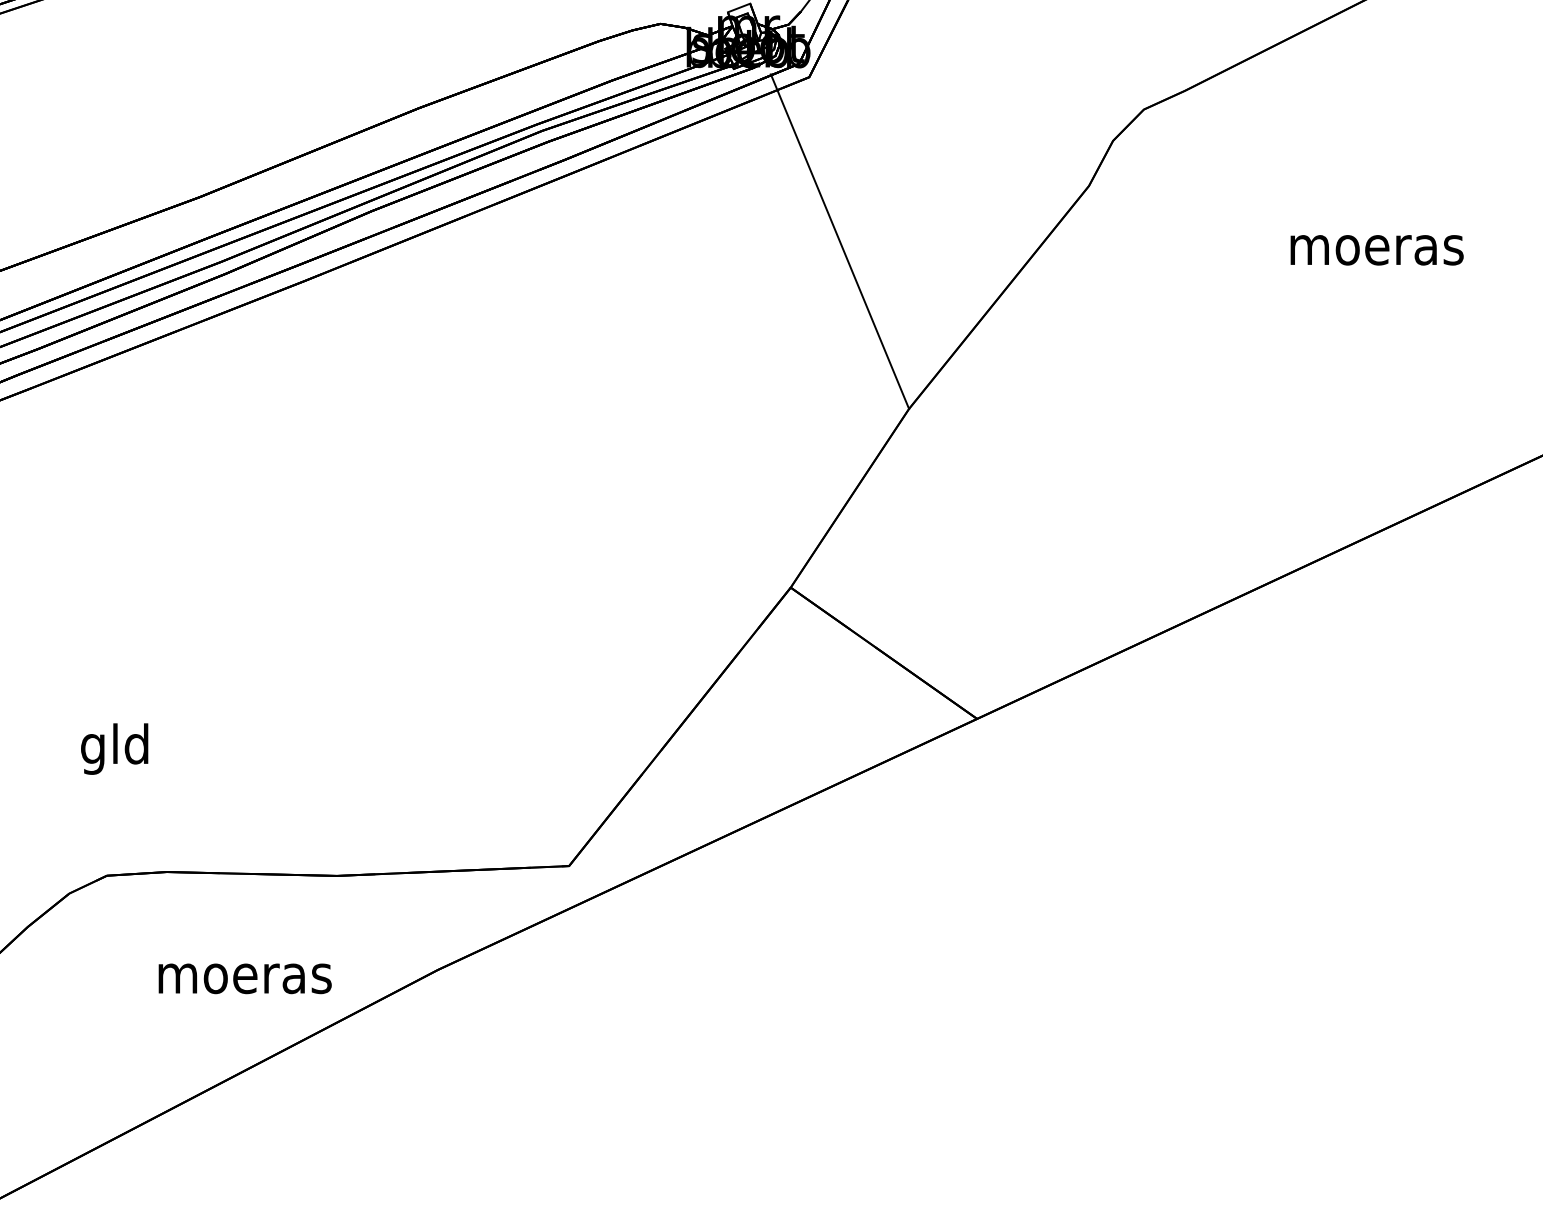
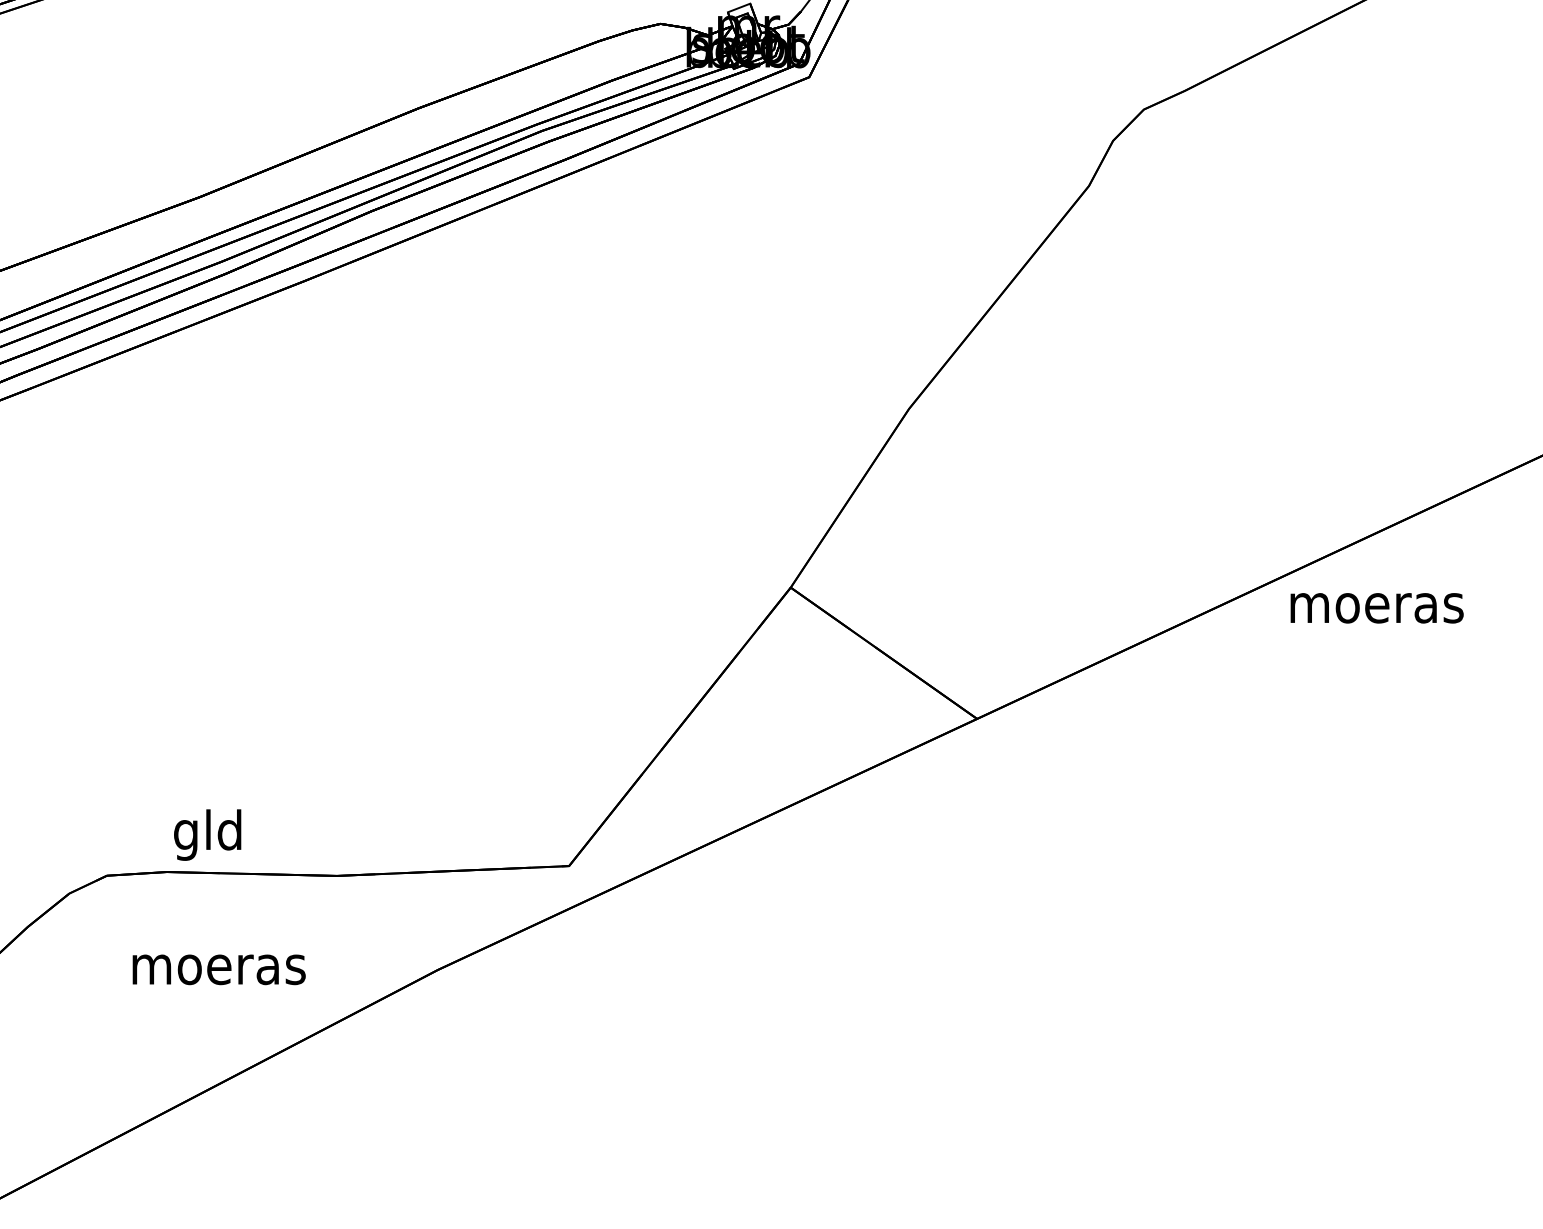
line at (839, 241): present -> none
text at (1376, 250) position: (1376, 250) -> (1376, 608)
text at (114, 748) position: (114, 748) -> (207, 834)
text at (244, 978) position: (244, 978) -> (218, 969)
